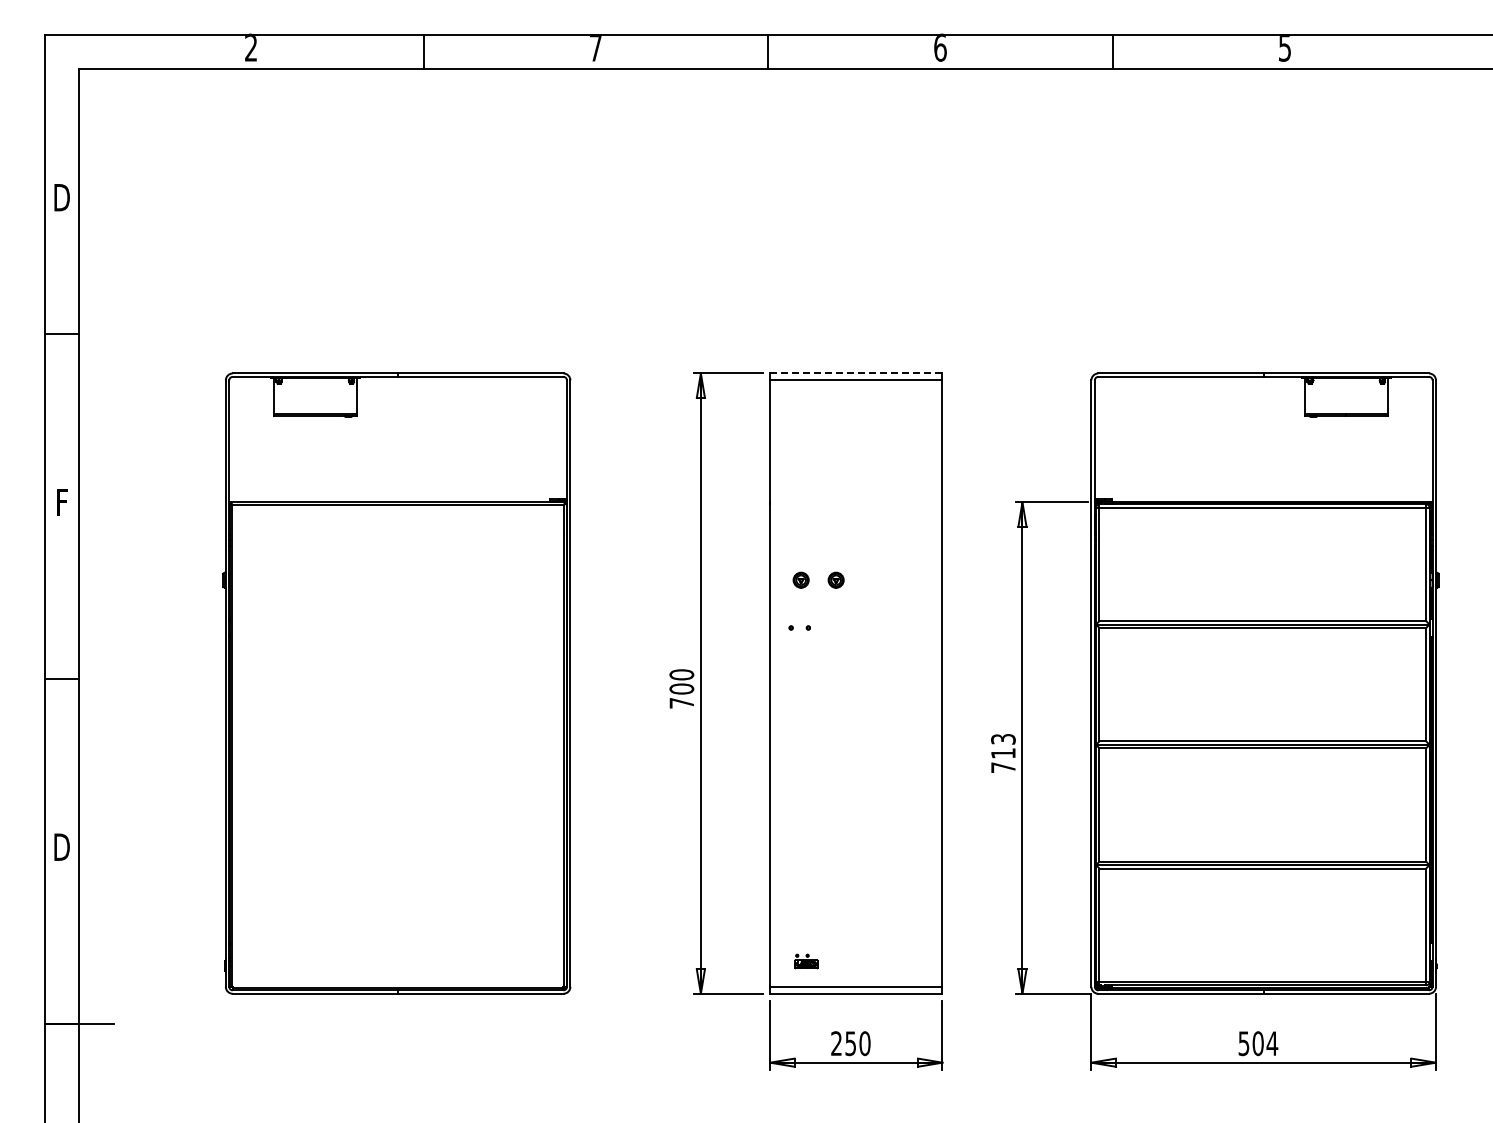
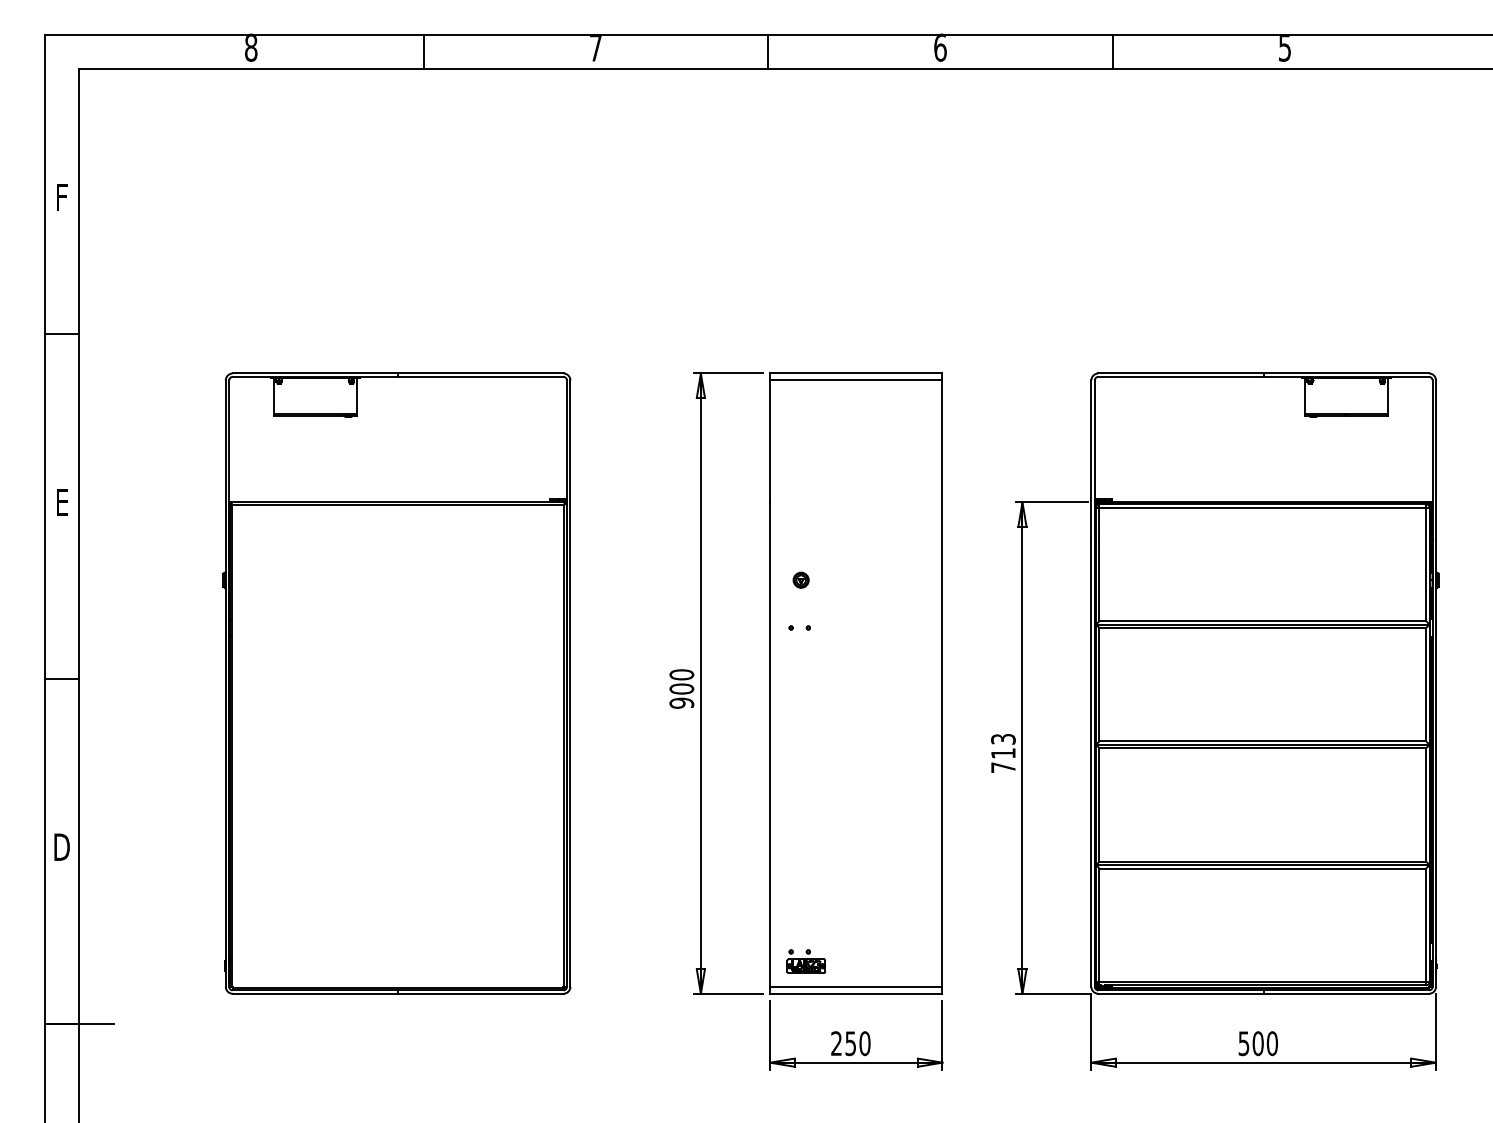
text at (251, 47): 2 -> 8
text at (61, 197): D -> F
line at (855, 373): dashed -> solid
text at (63, 503): F -> E
part at (835, 579): present -> none
text at (681, 702): 700 -> 900
part at (806, 961) size: 25x17 px -> 41x25 px
text at (1272, 1043): 504 -> 500
